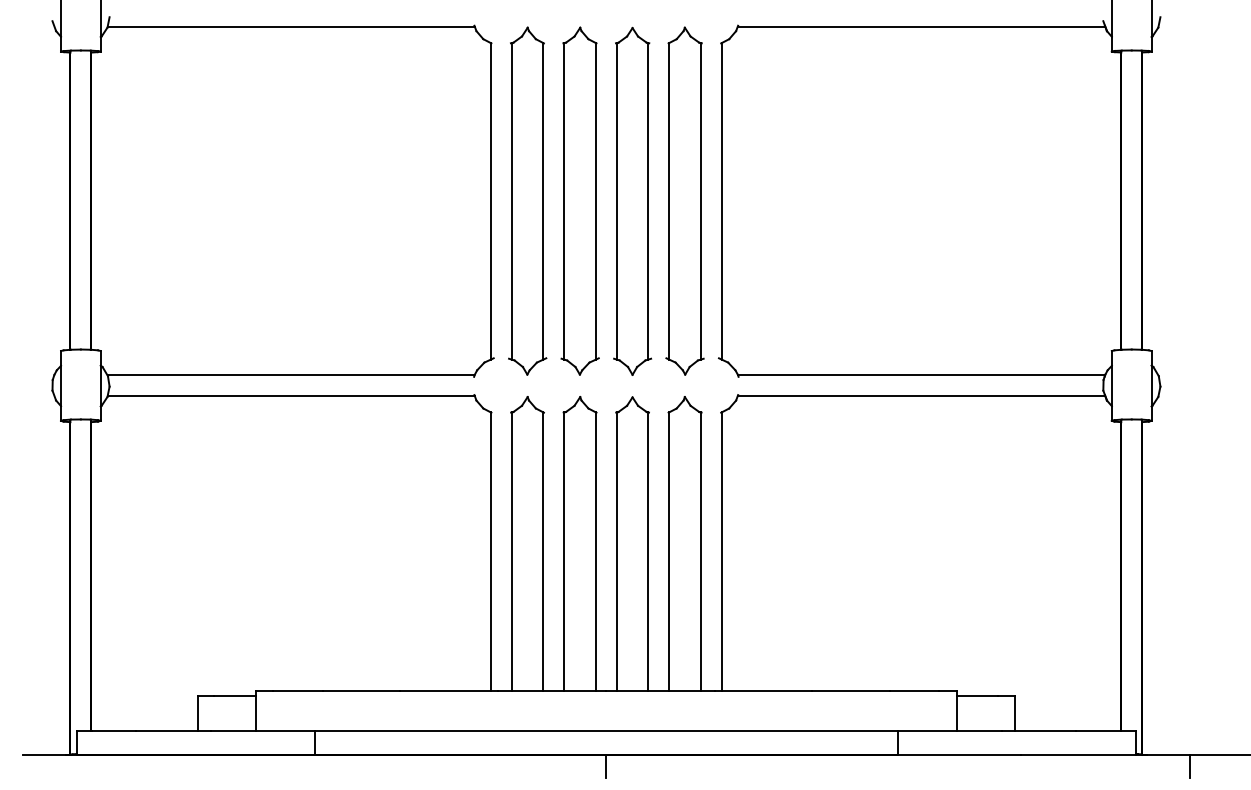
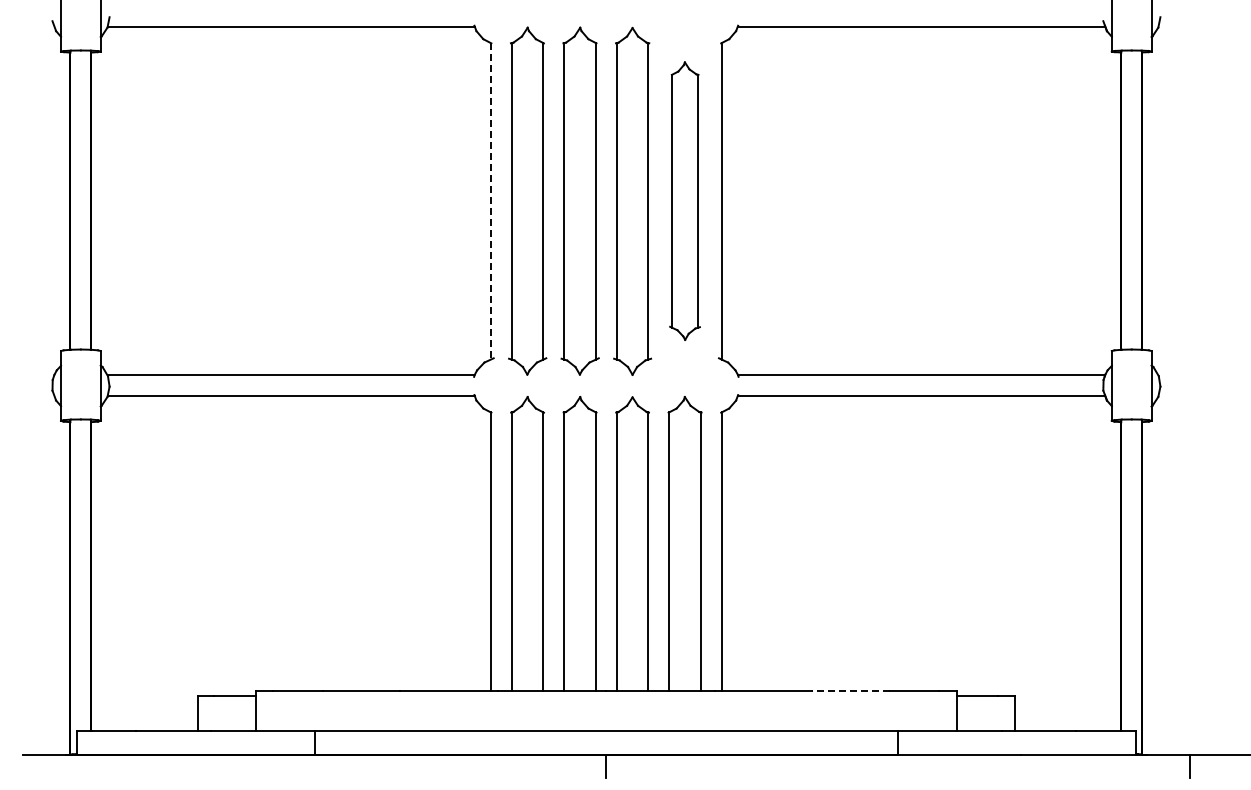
part at (684, 200) size: 40x350 px -> 32x280 px
line at (490, 201): solid -> dashed
line at (850, 690): solid -> dashed
